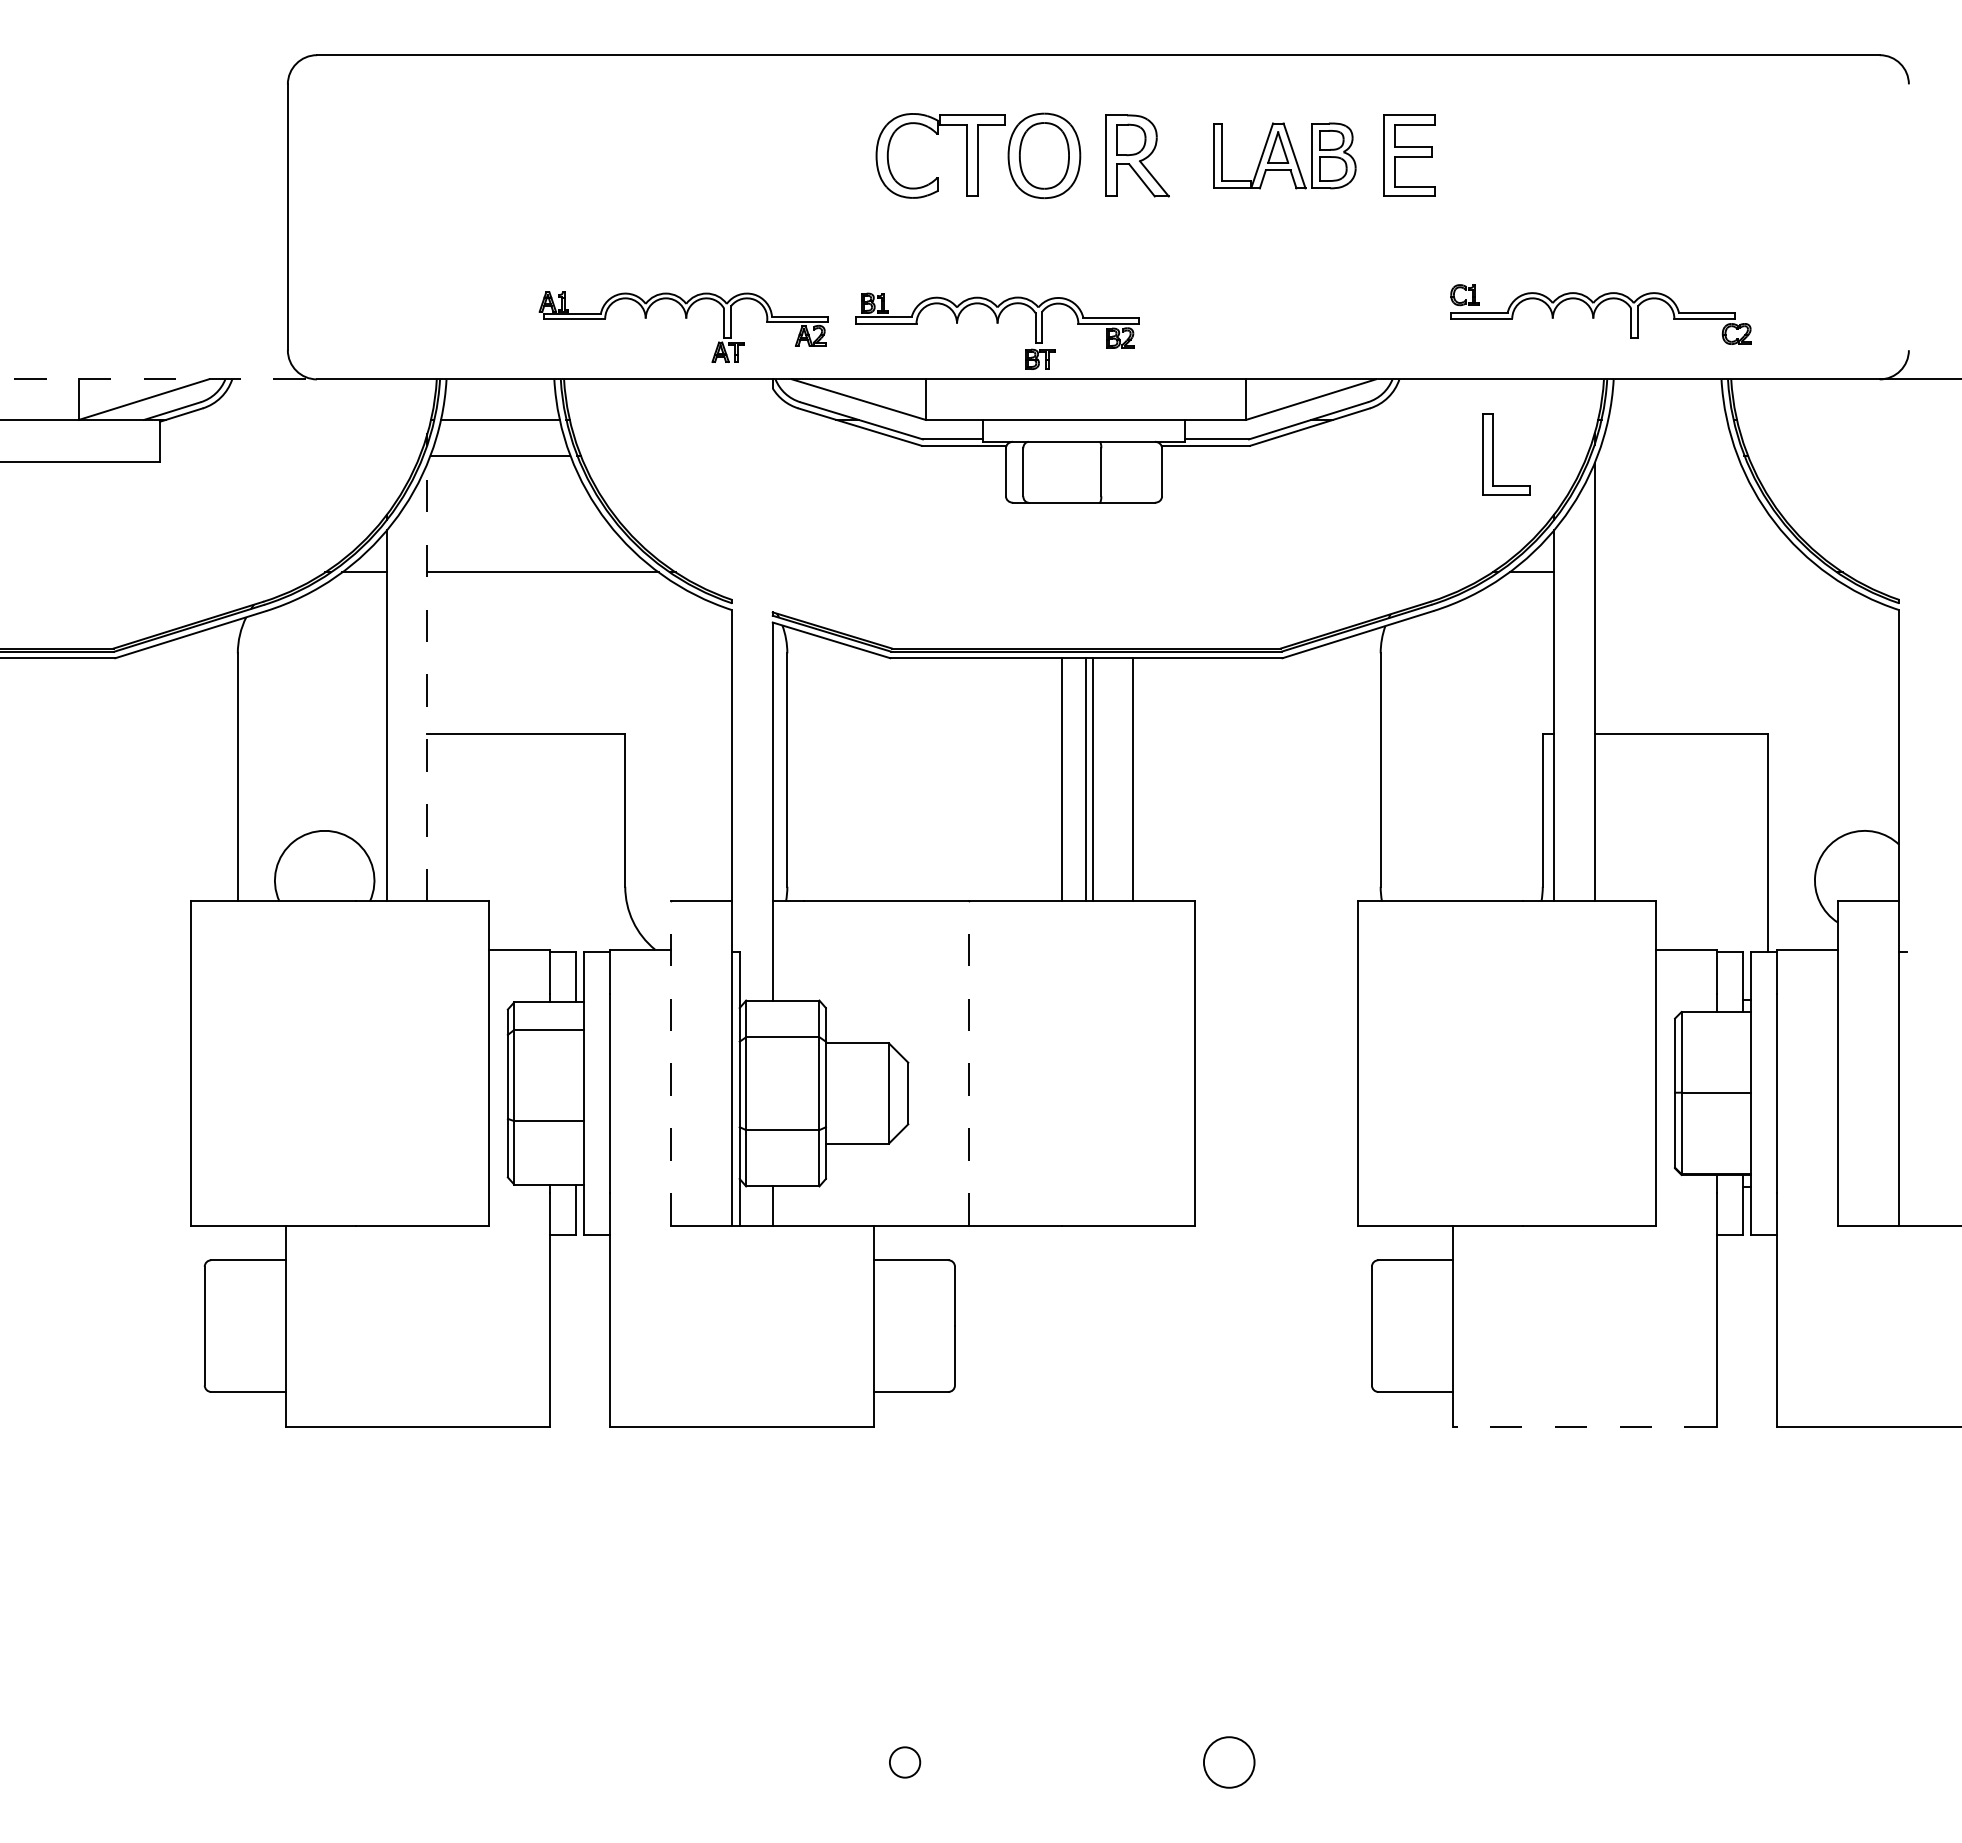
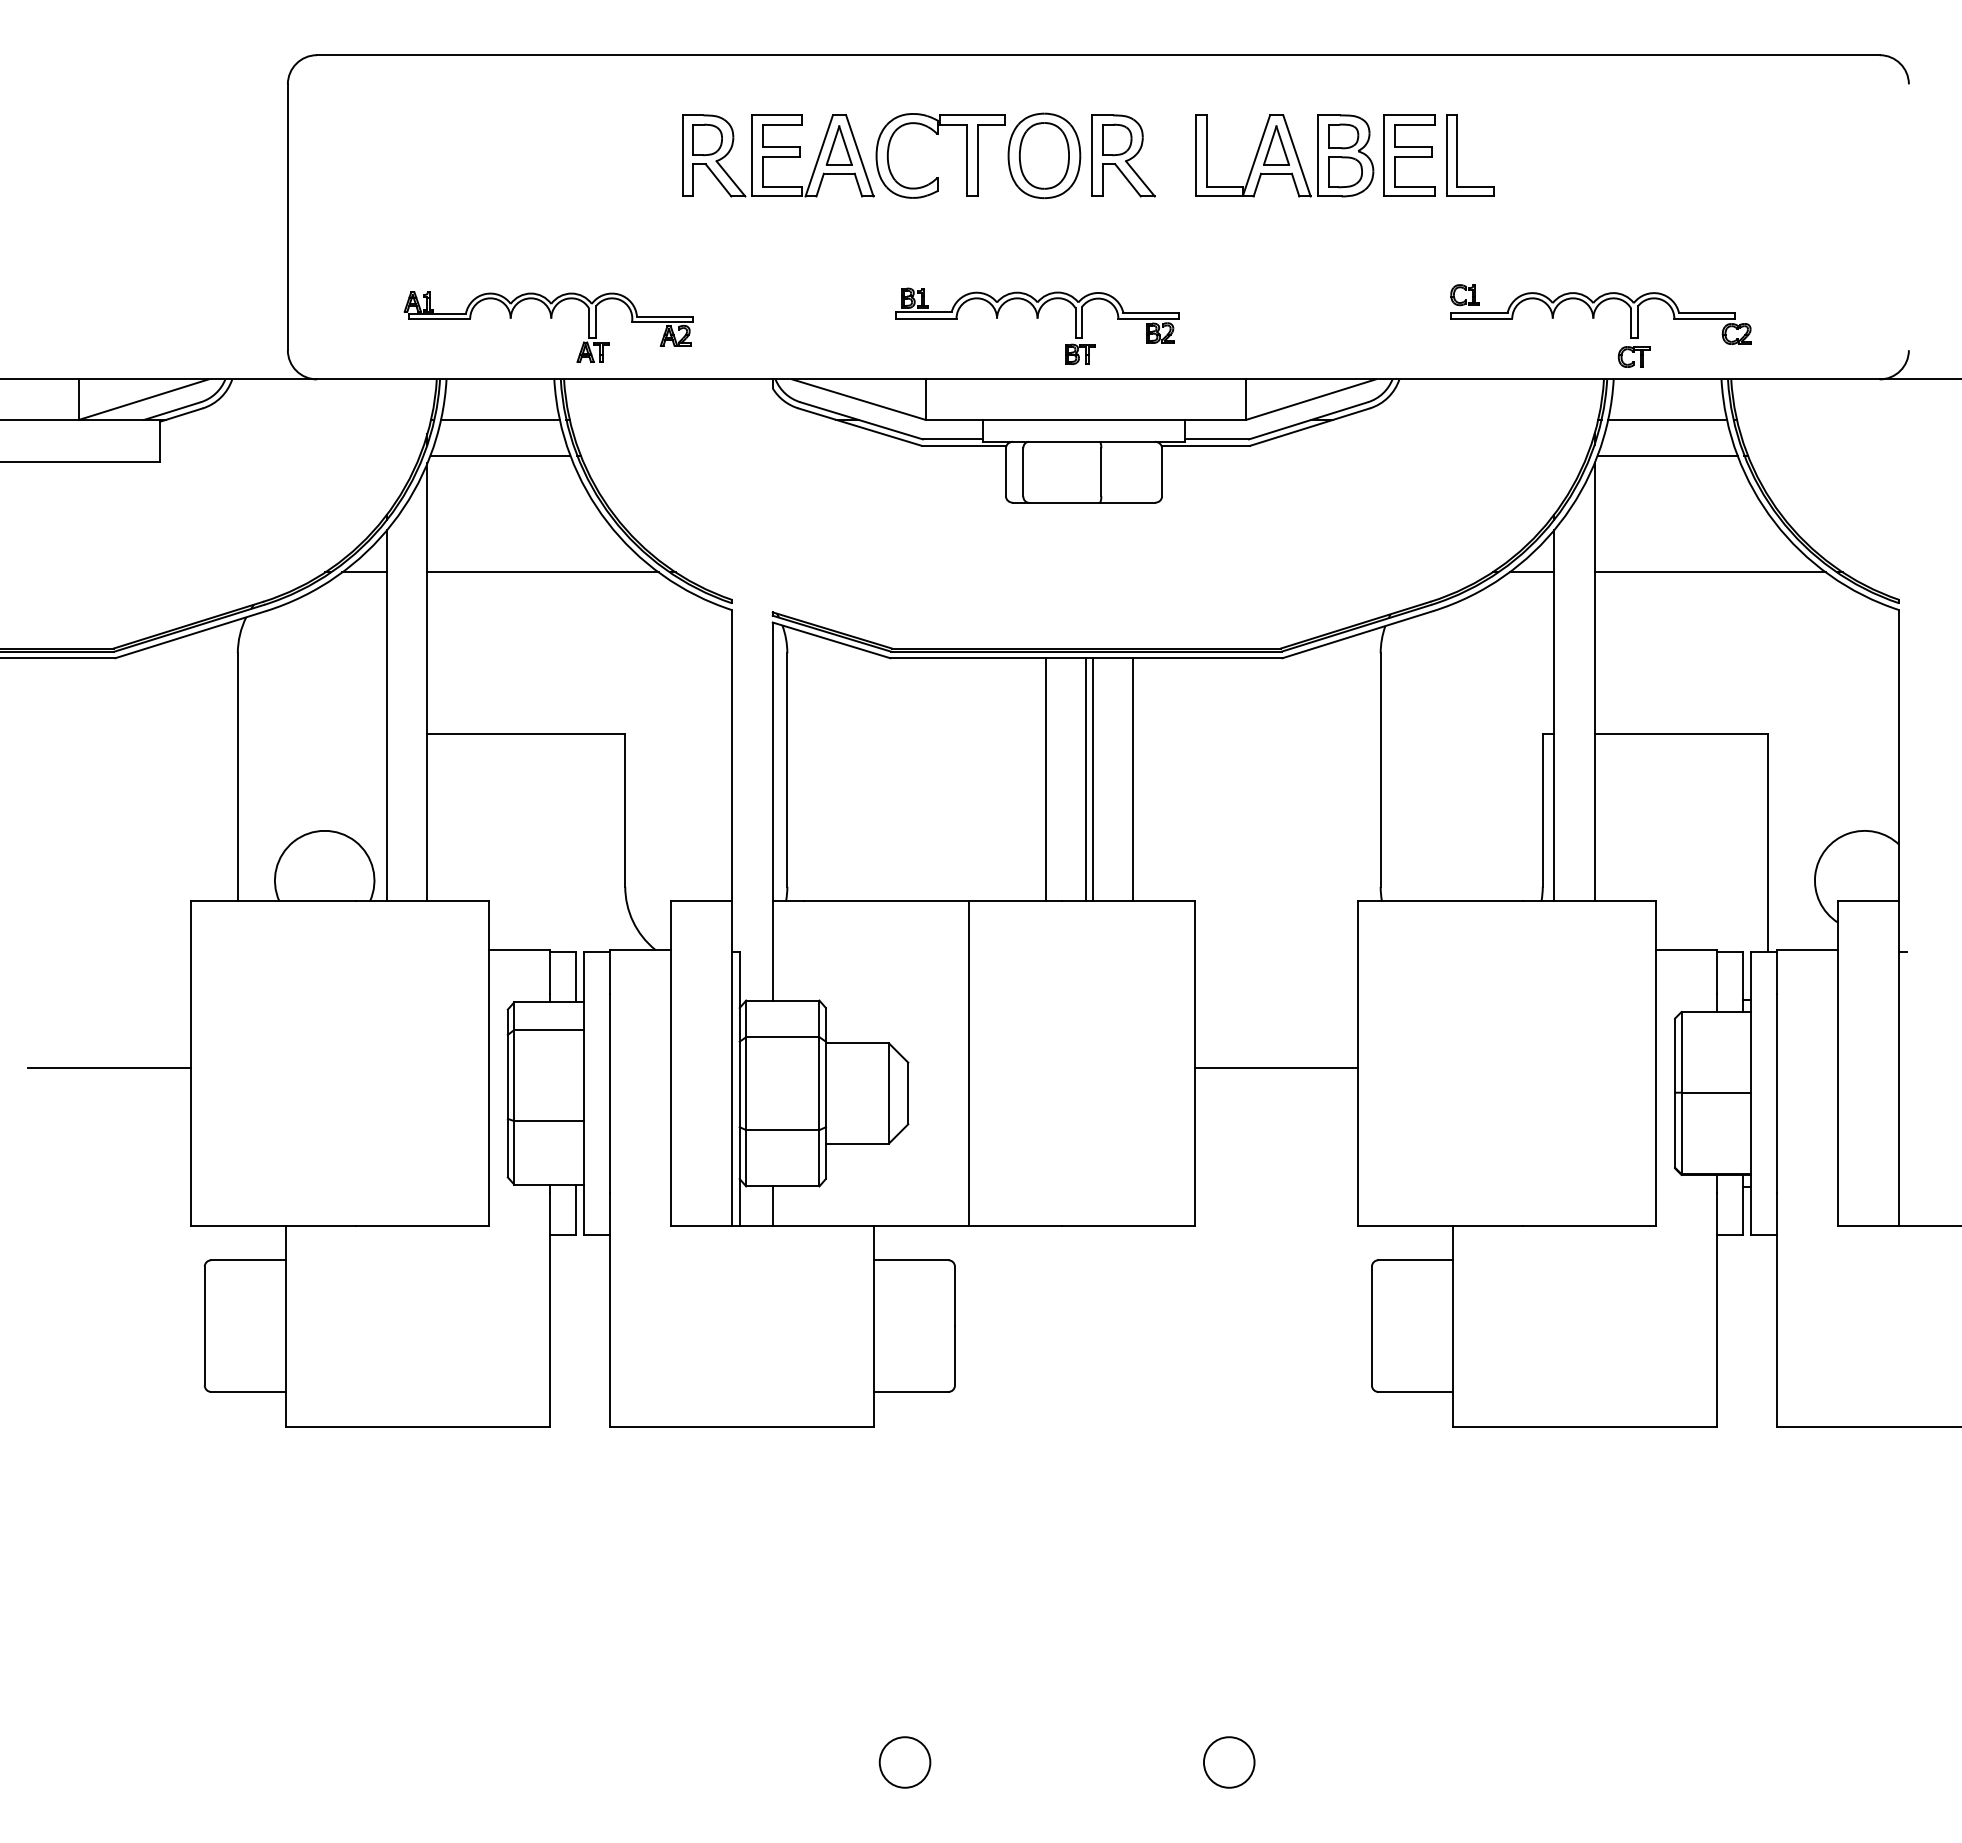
part at (778, 155): none -> present
part at (1137, 155) position: (1137, 155) -> (1123, 155)
part at (1284, 155) size: 144x68 px -> 180x84 px
part at (685, 318) position: (685, 318) -> (550, 318)
part at (997, 323) position: (997, 323) -> (1037, 318)
part at (1633, 356): none -> present
line at (159, 379): dashed -> solid
line at (1667, 419): none -> present
part at (1493, 454) position: (1493, 454) -> (1457, 155)
line at (1667, 455): none -> present
line at (1709, 572): none -> present
line at (427, 681): dashed -> solid
line at (1061, 779) position: (1061, 779) -> (1045, 779)
line at (670, 1063): dashed -> solid
line at (968, 1063): dashed -> solid
line at (109, 1068): none -> present
line at (1276, 1068): none -> present
line at (1584, 1426): dashed -> solid
circle at (904, 1762) diameter: 30 px -> 51 px
